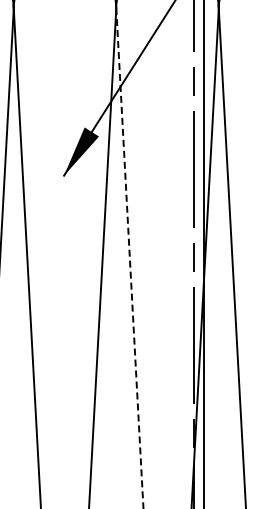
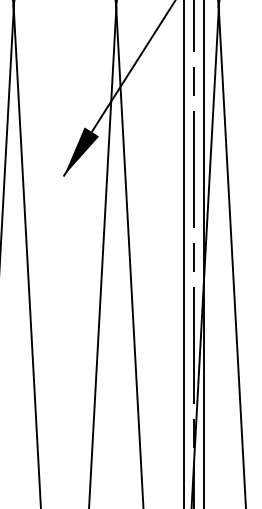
line at (183, 253): none -> present
line at (129, 257): dashed -> solid
